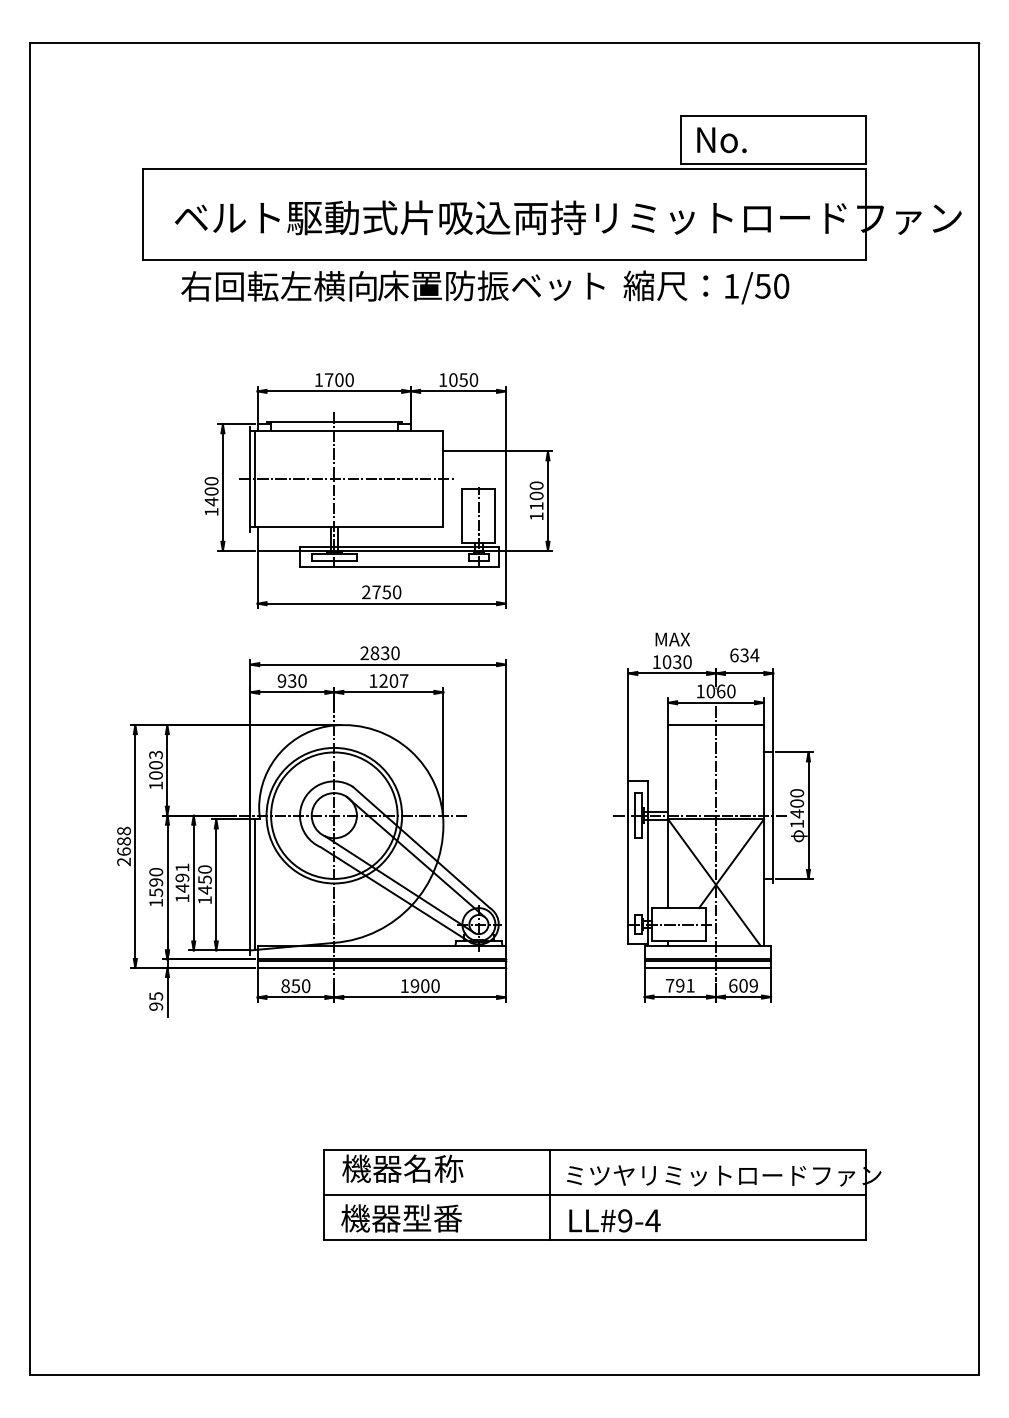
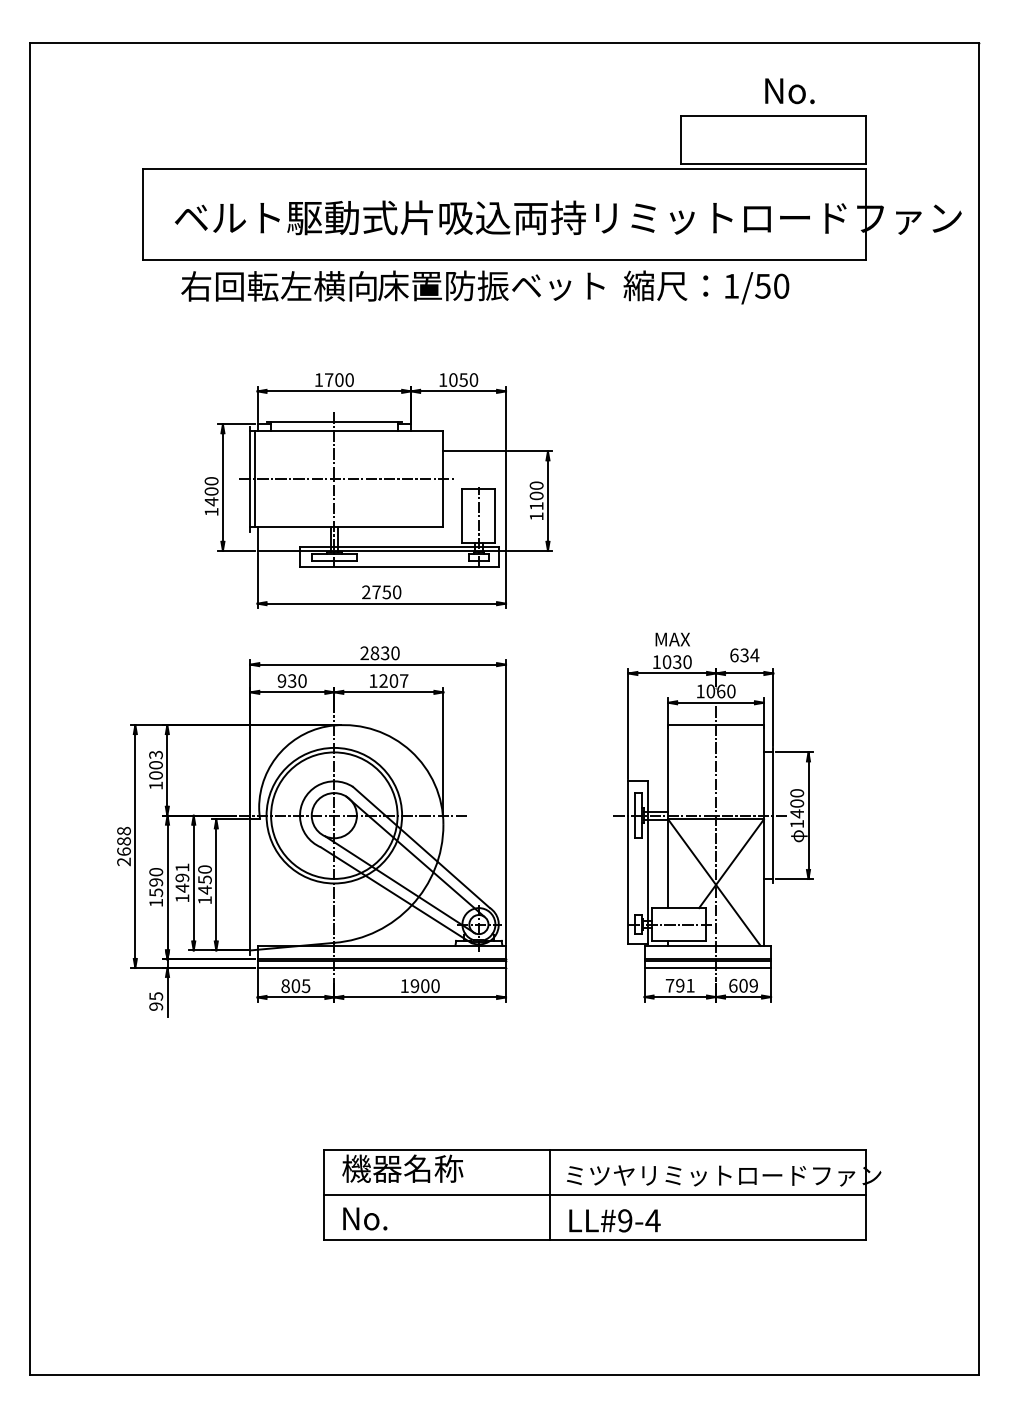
text at (721, 140) position: (721, 140) -> (789, 91)
line at (254, 884): present -> none
text at (300, 985): 850 -> 805
text at (401, 1218): 機器型番 -> No.
